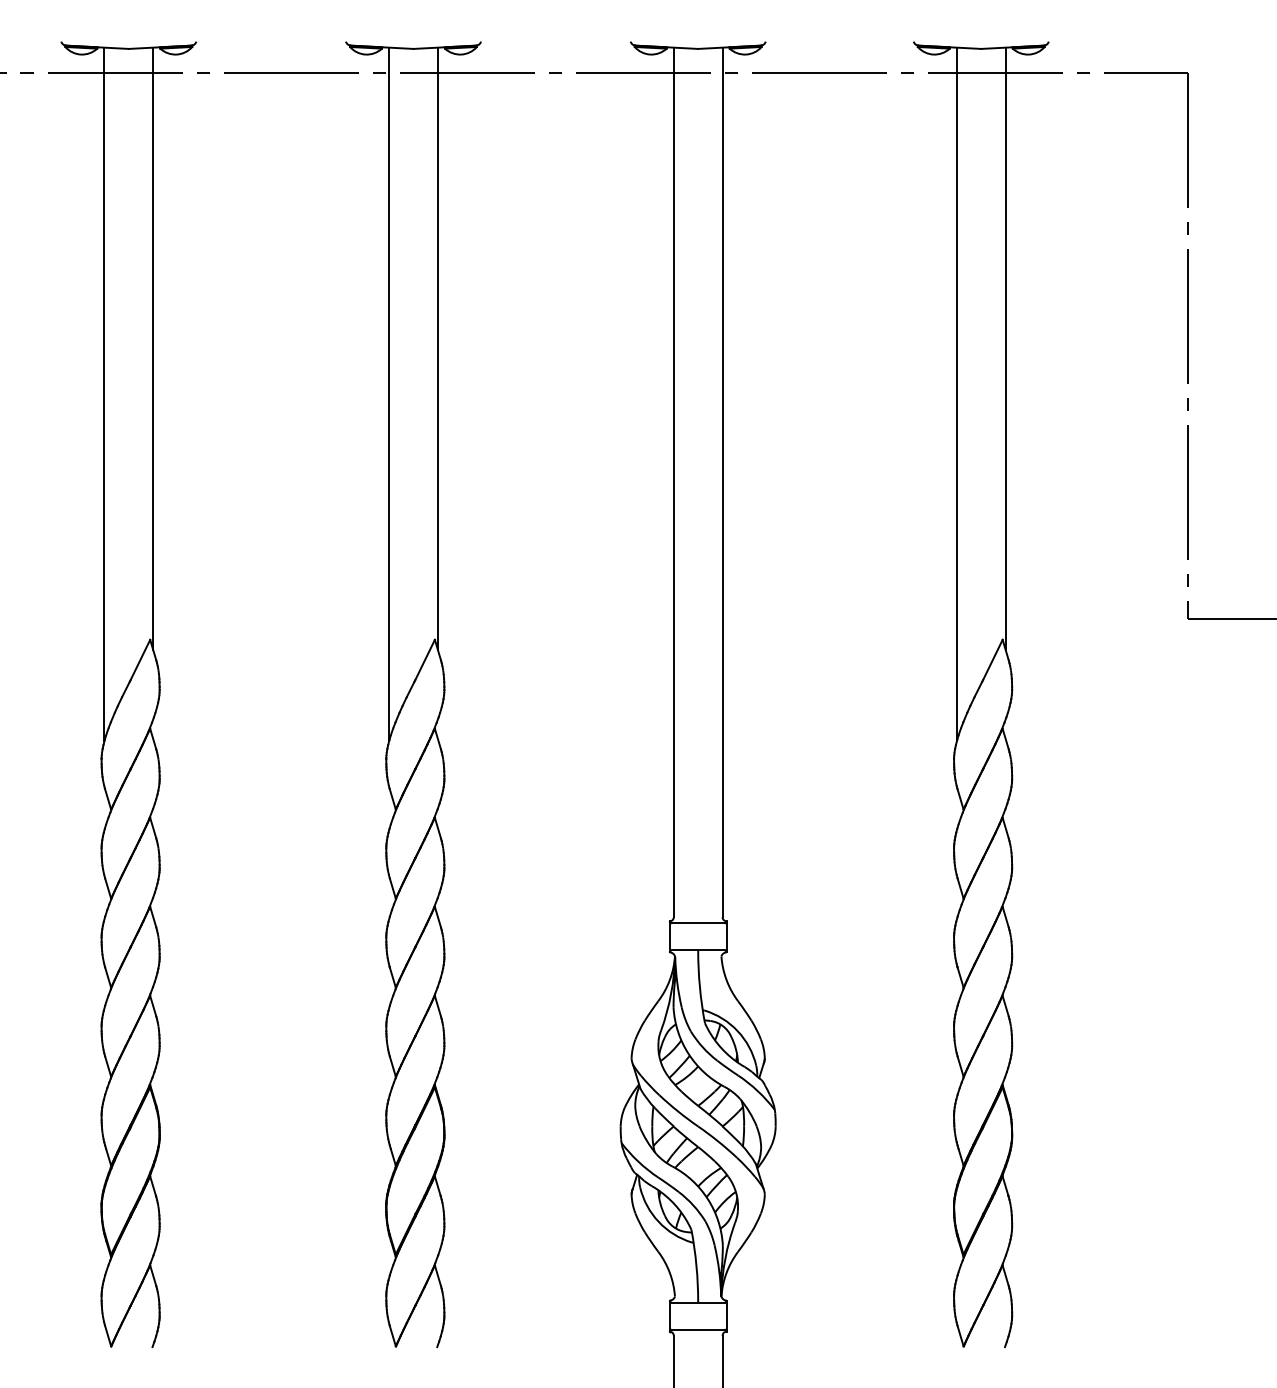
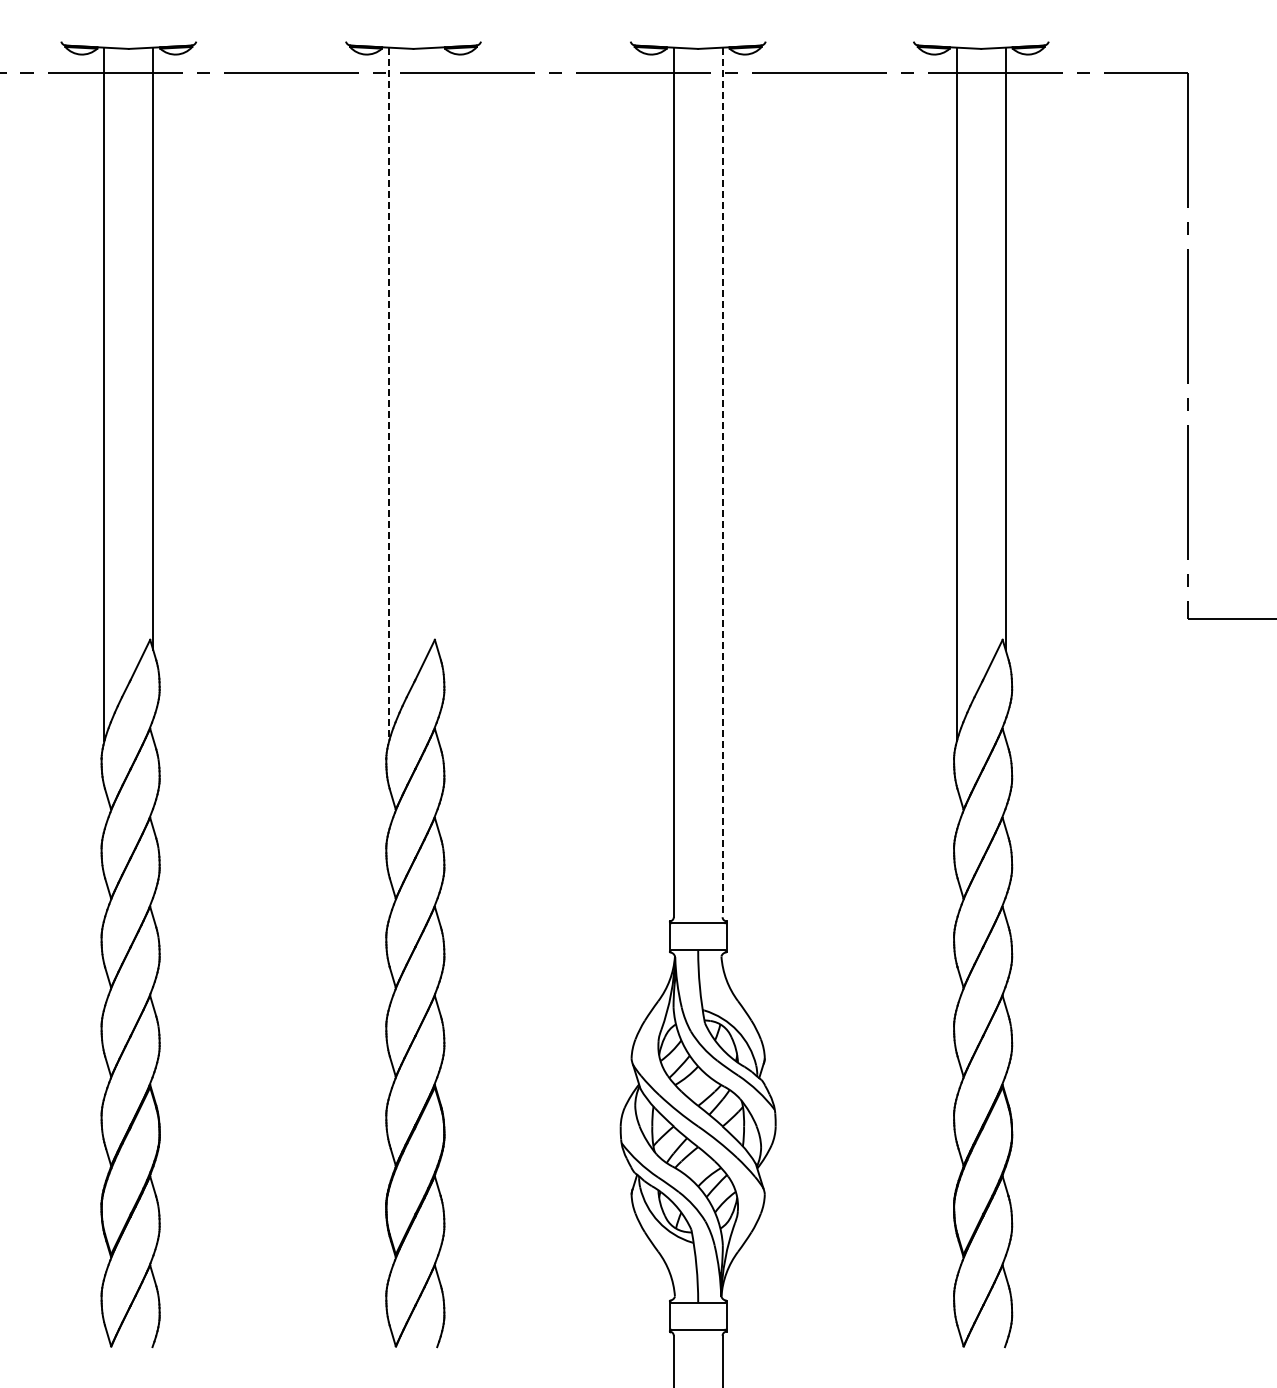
line at (437, 348): present -> none
line at (389, 394): solid -> dashed
line at (722, 482): solid -> dashed
